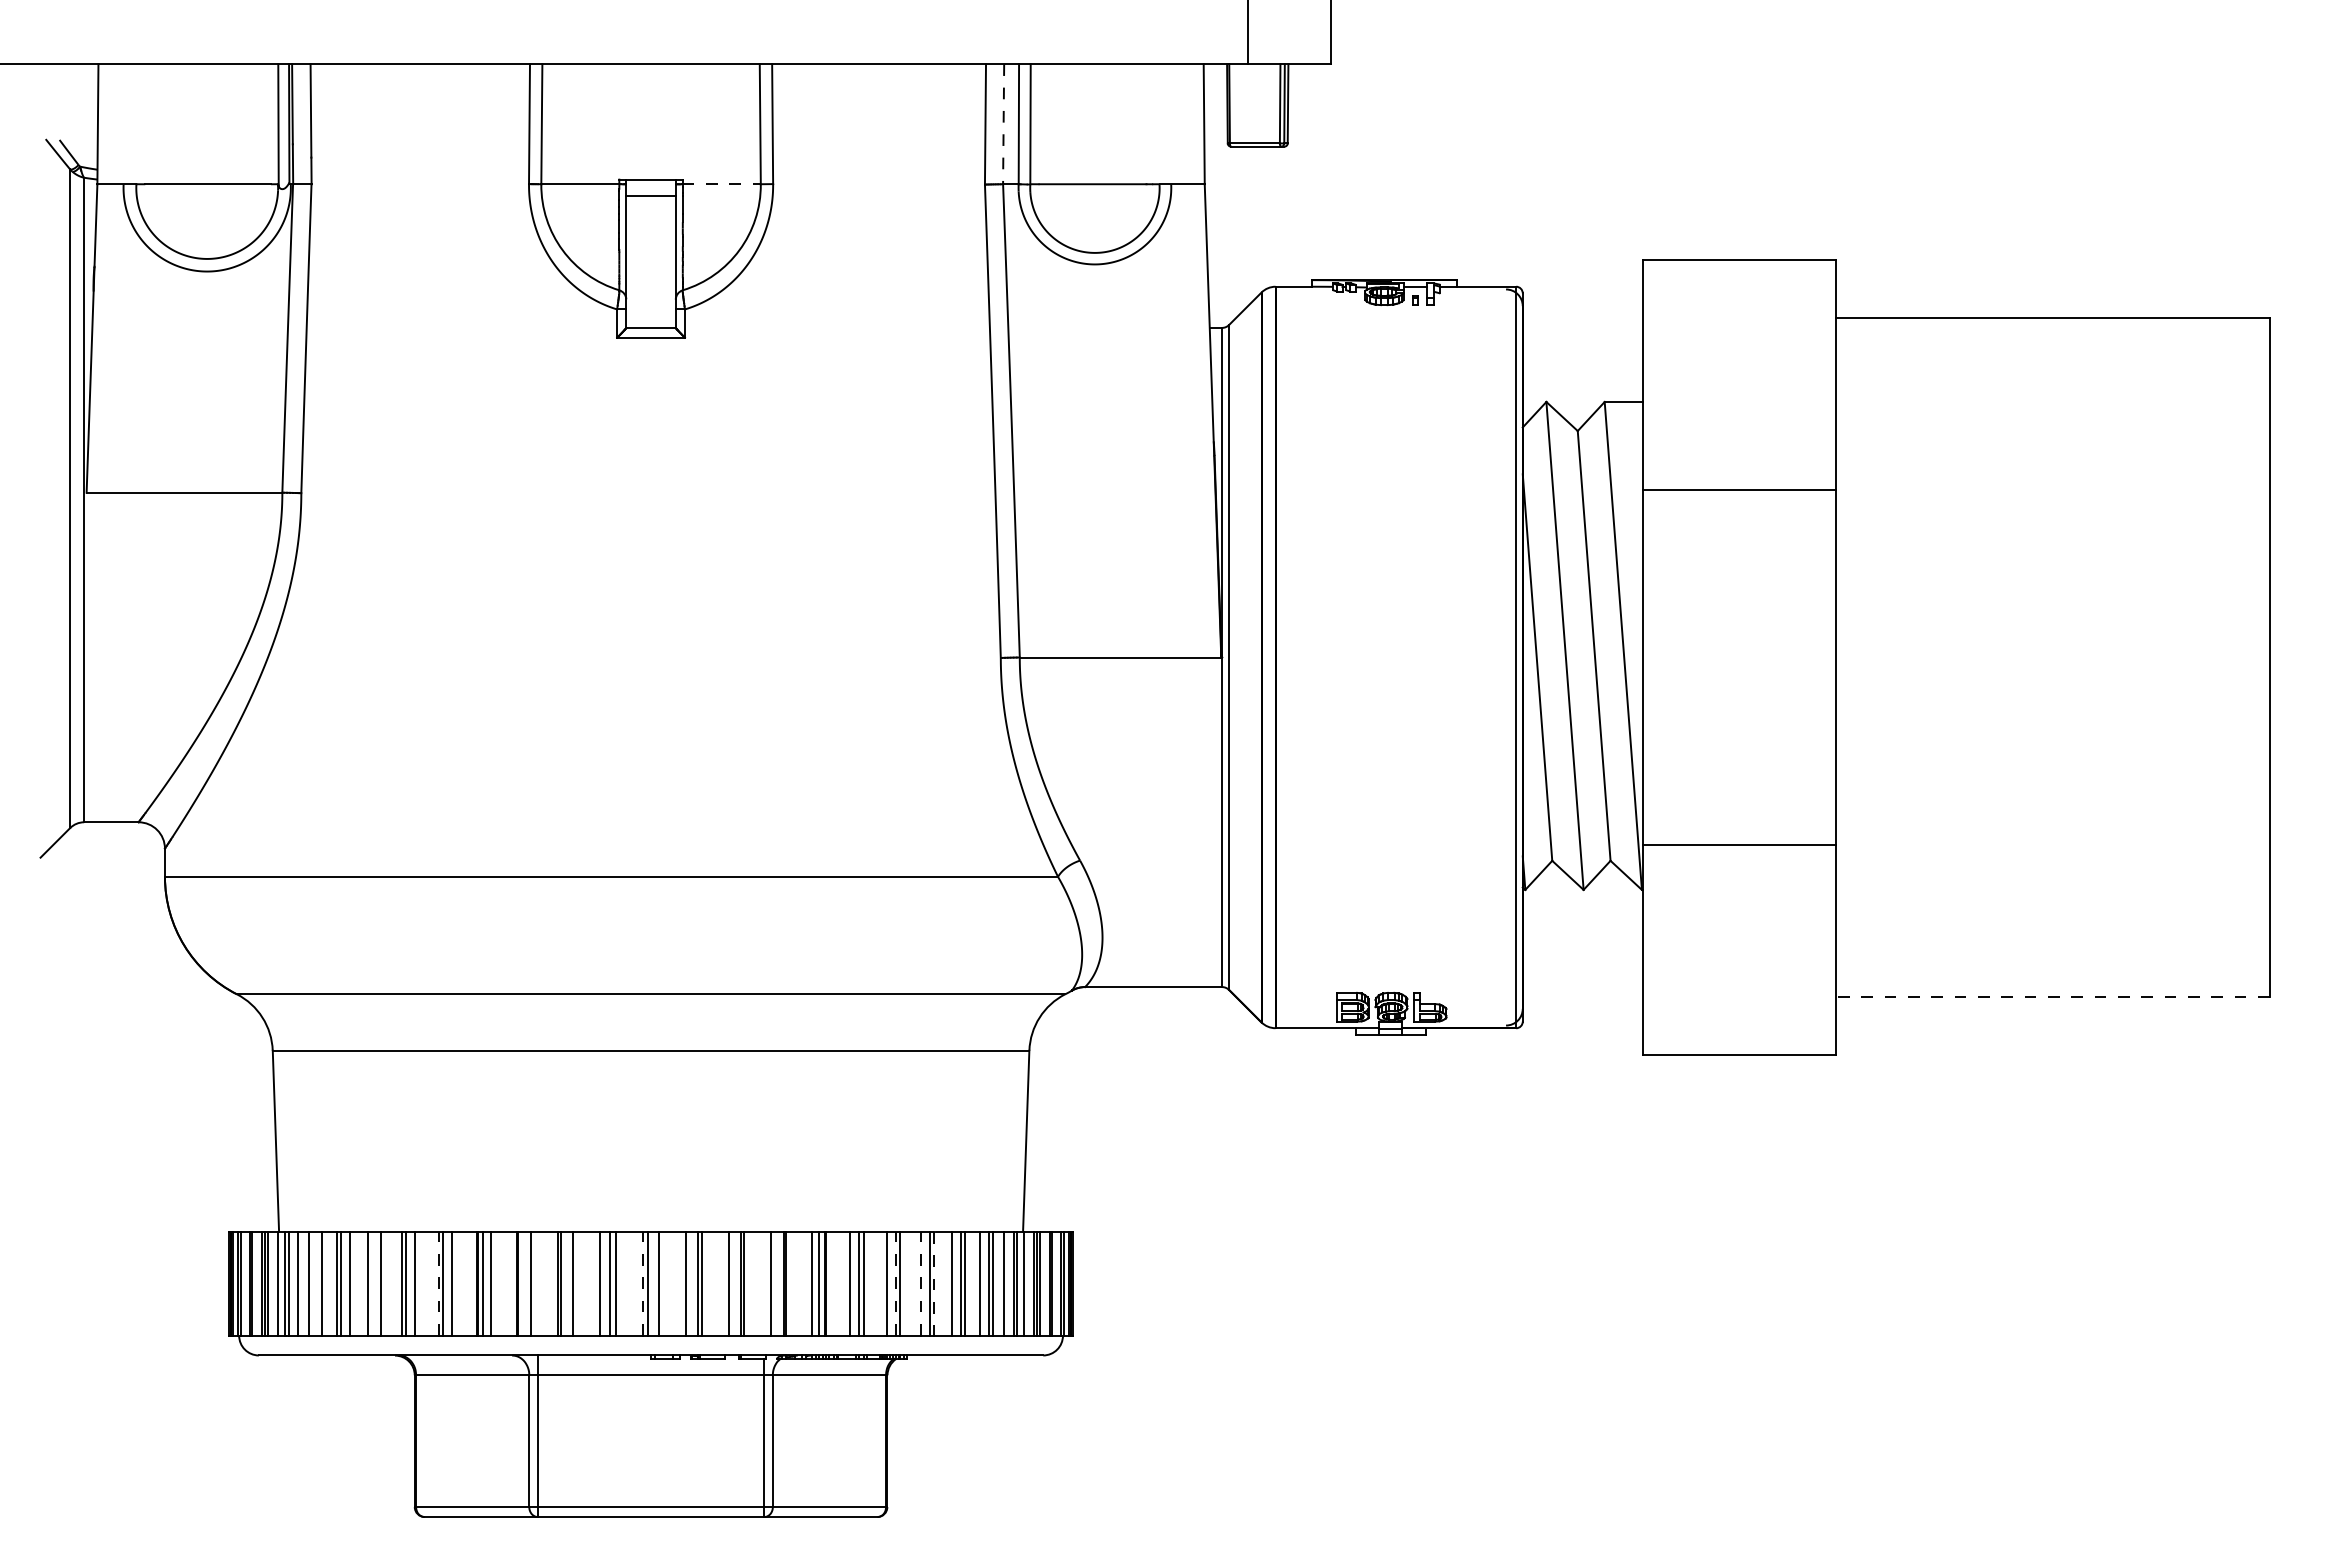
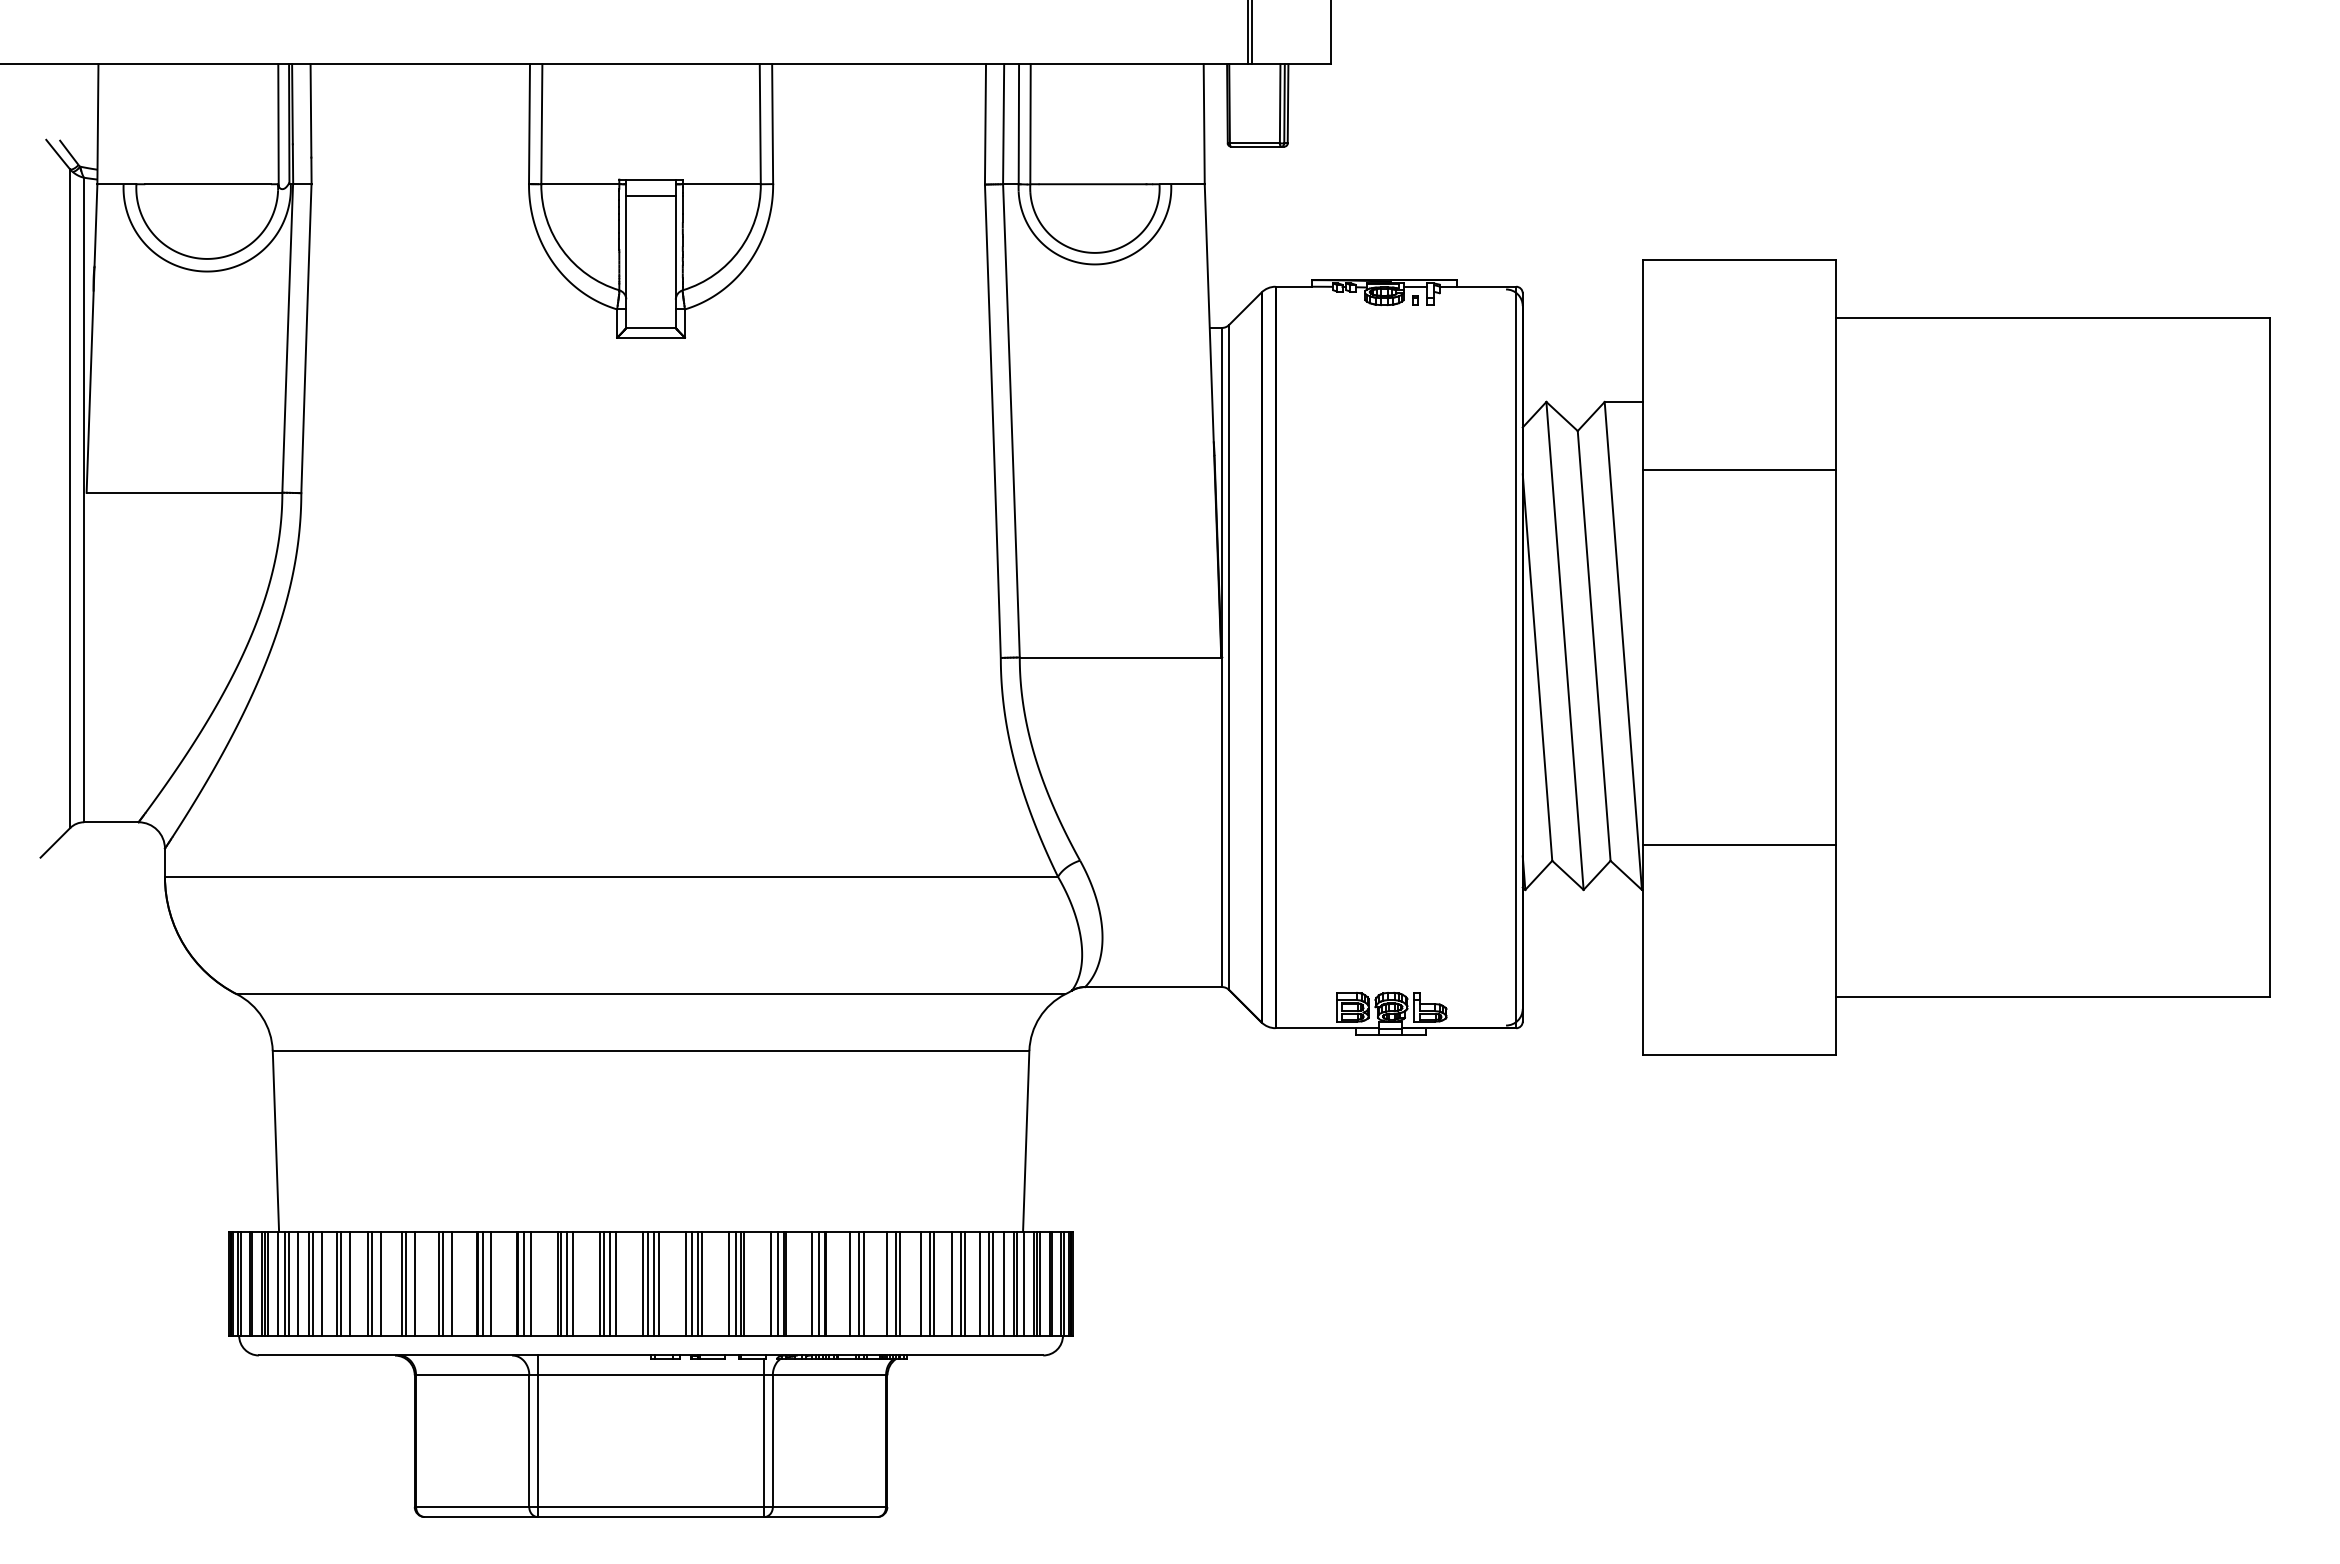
line at (1252, 33): none -> present
line at (1003, 124): dashed -> solid
line at (722, 184): dashed -> solid
line at (1739, 489) position: (1739, 489) -> (1739, 469)
line at (2052, 997): dashed -> solid
line at (312, 1283): none -> present
line at (372, 1283): none -> present
line at (438, 1283): dashed -> solid
line at (523, 1283): none -> present
line at (566, 1283): none -> present
line at (604, 1283): none -> present
line at (643, 1283): dashed -> solid
line at (653, 1283): none -> present
line at (692, 1283): none -> present
line at (735, 1283): none -> present
line at (778, 1283): none -> present
line at (895, 1283): dashed -> solid
line at (920, 1283): dashed -> solid
line at (934, 1283): dashed -> solid
